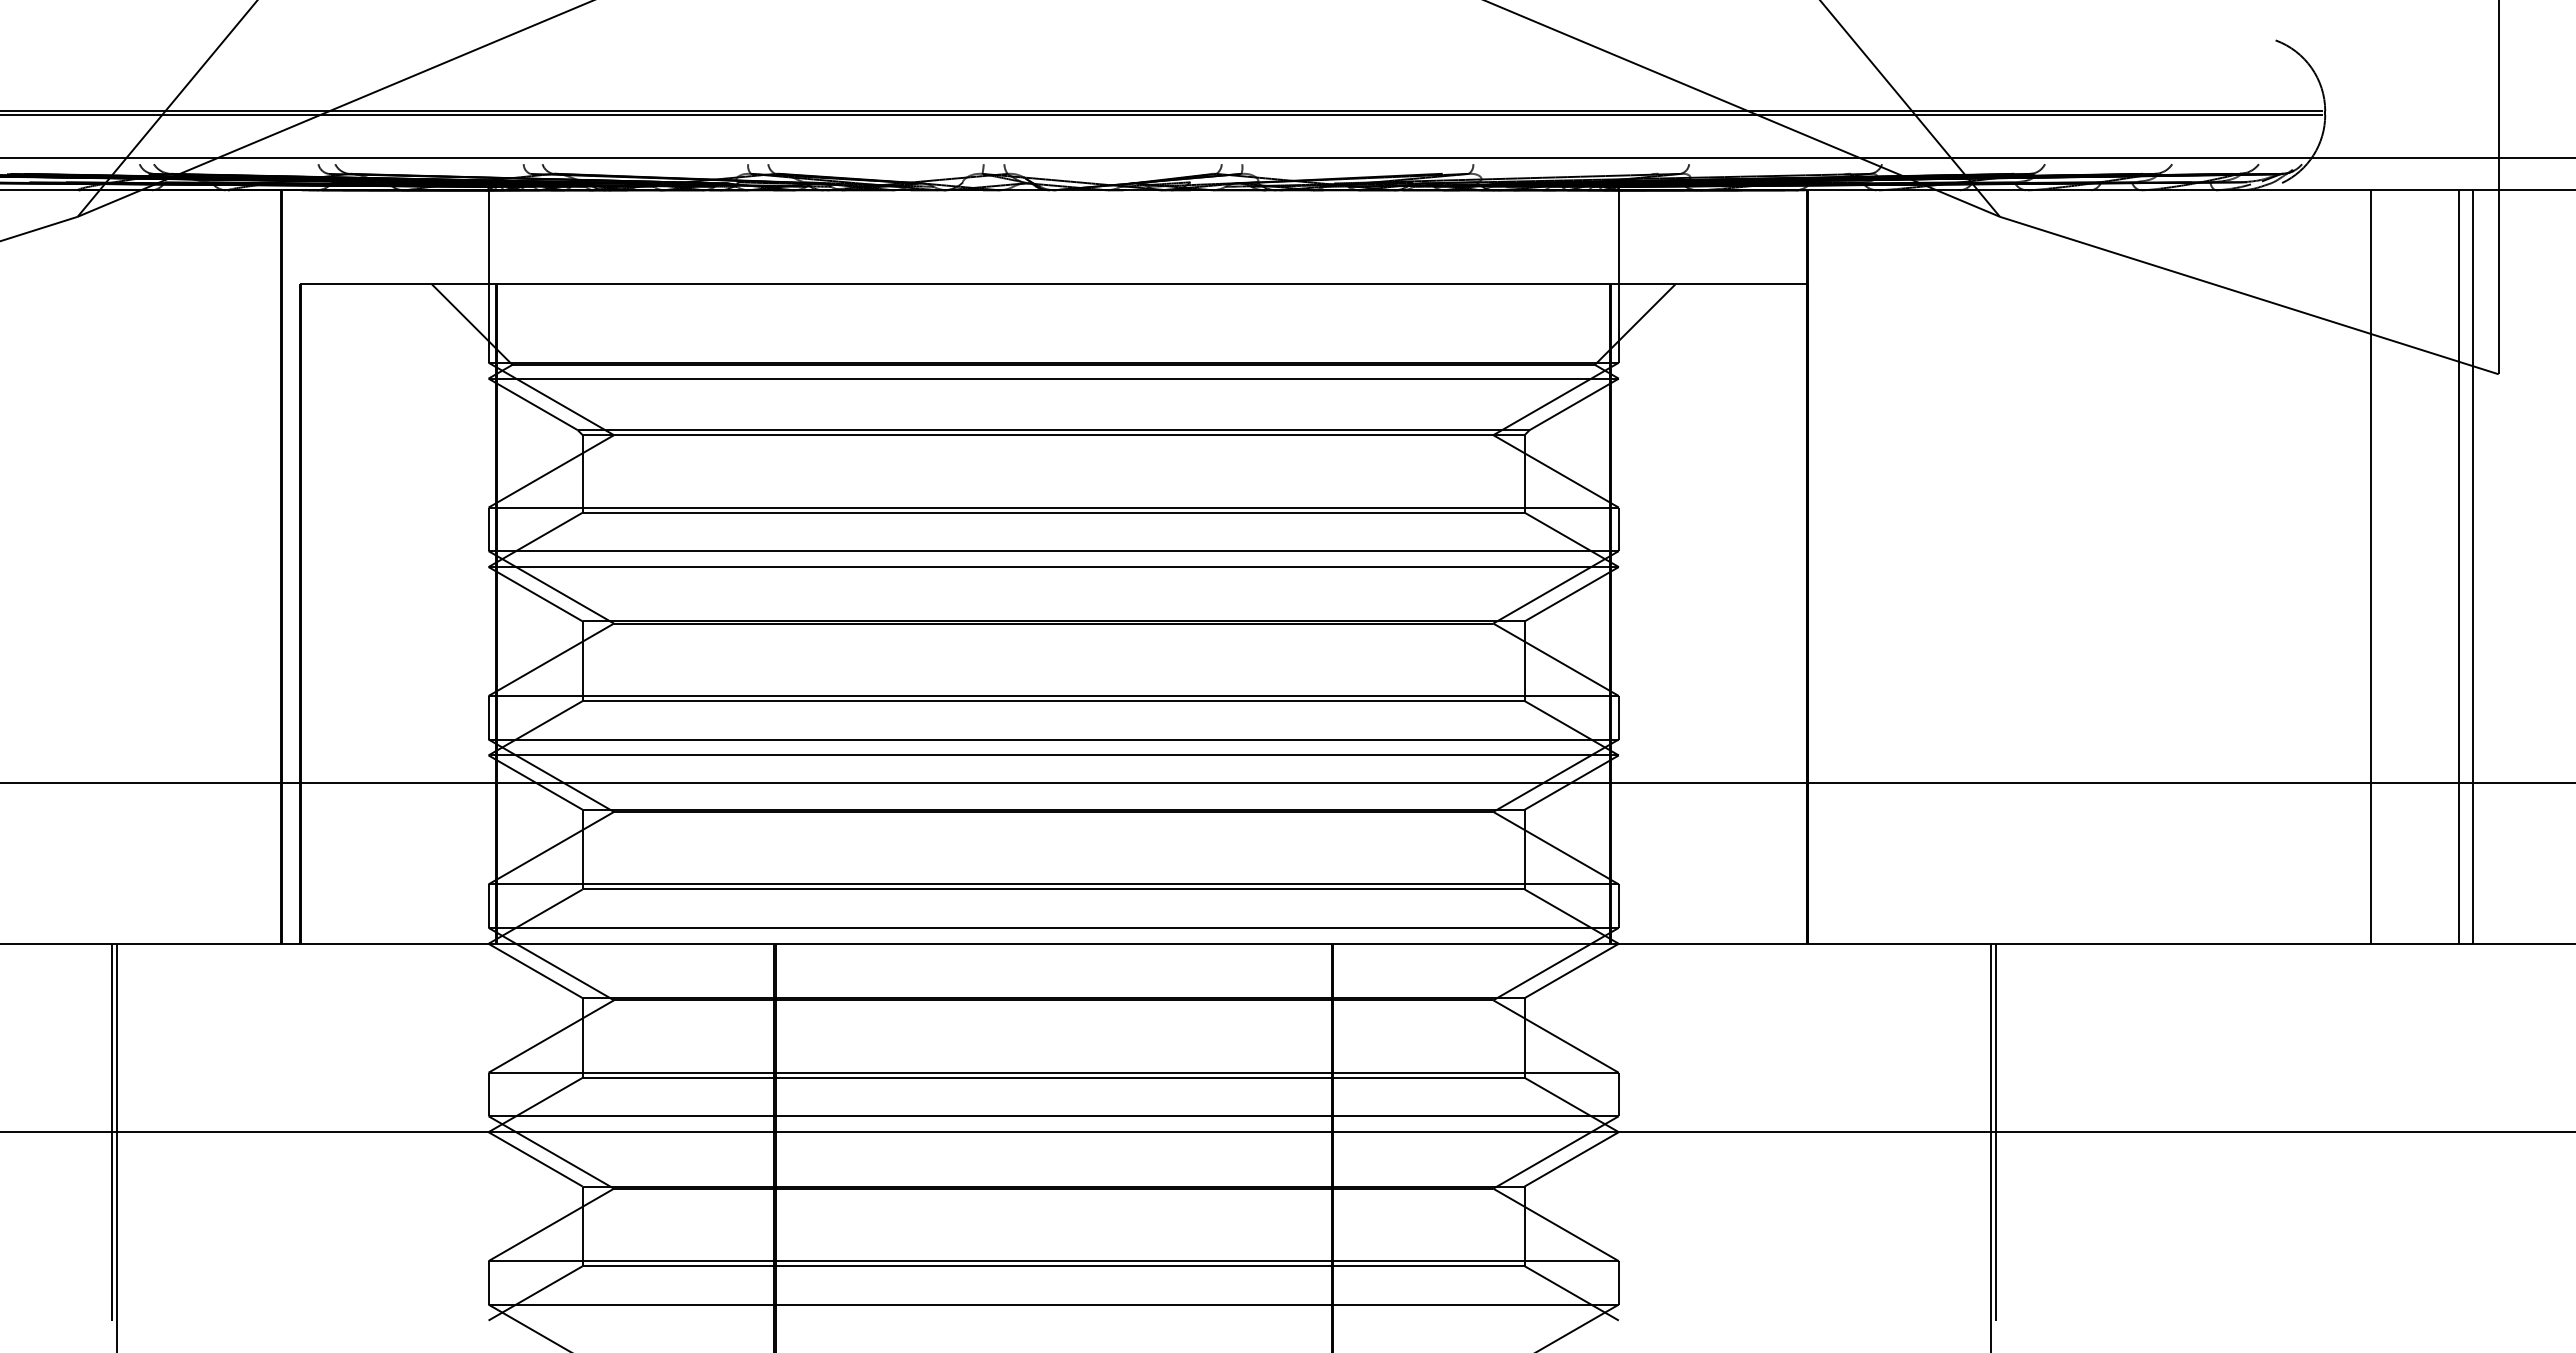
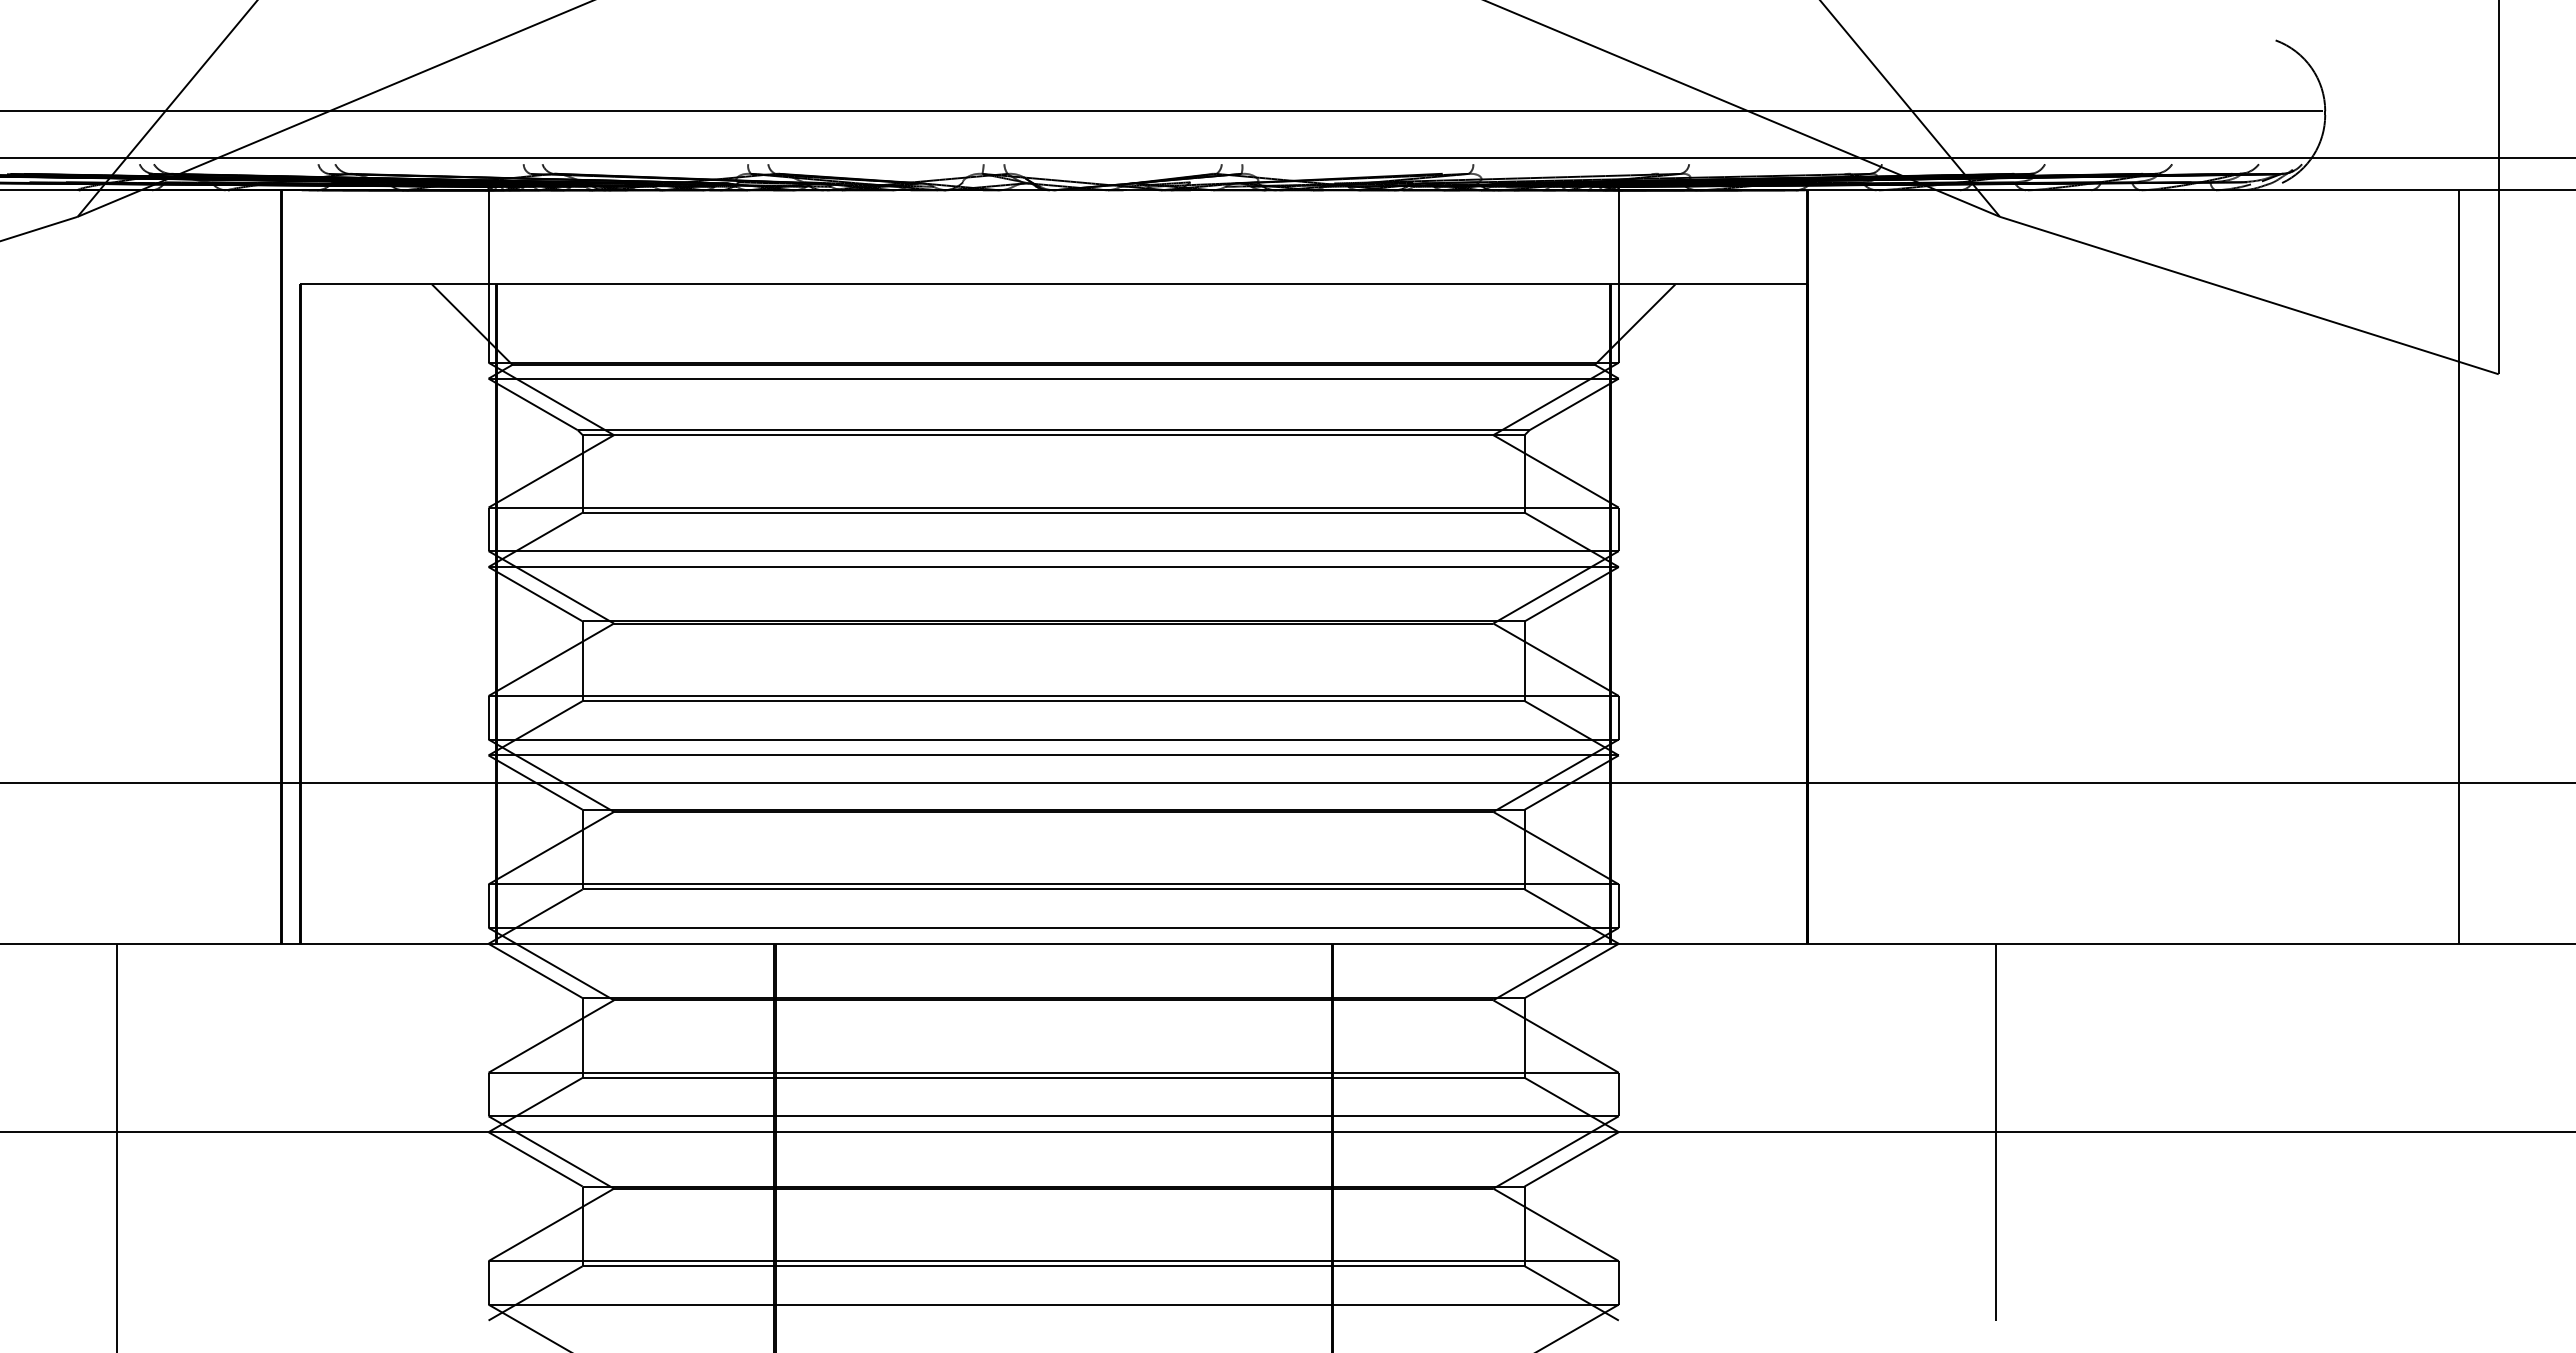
line at (1162, 114): present -> none
line at (2370, 566): present -> none
line at (2472, 566): present -> none
line at (111, 1131): present -> none
line at (1990, 1146): present -> none
